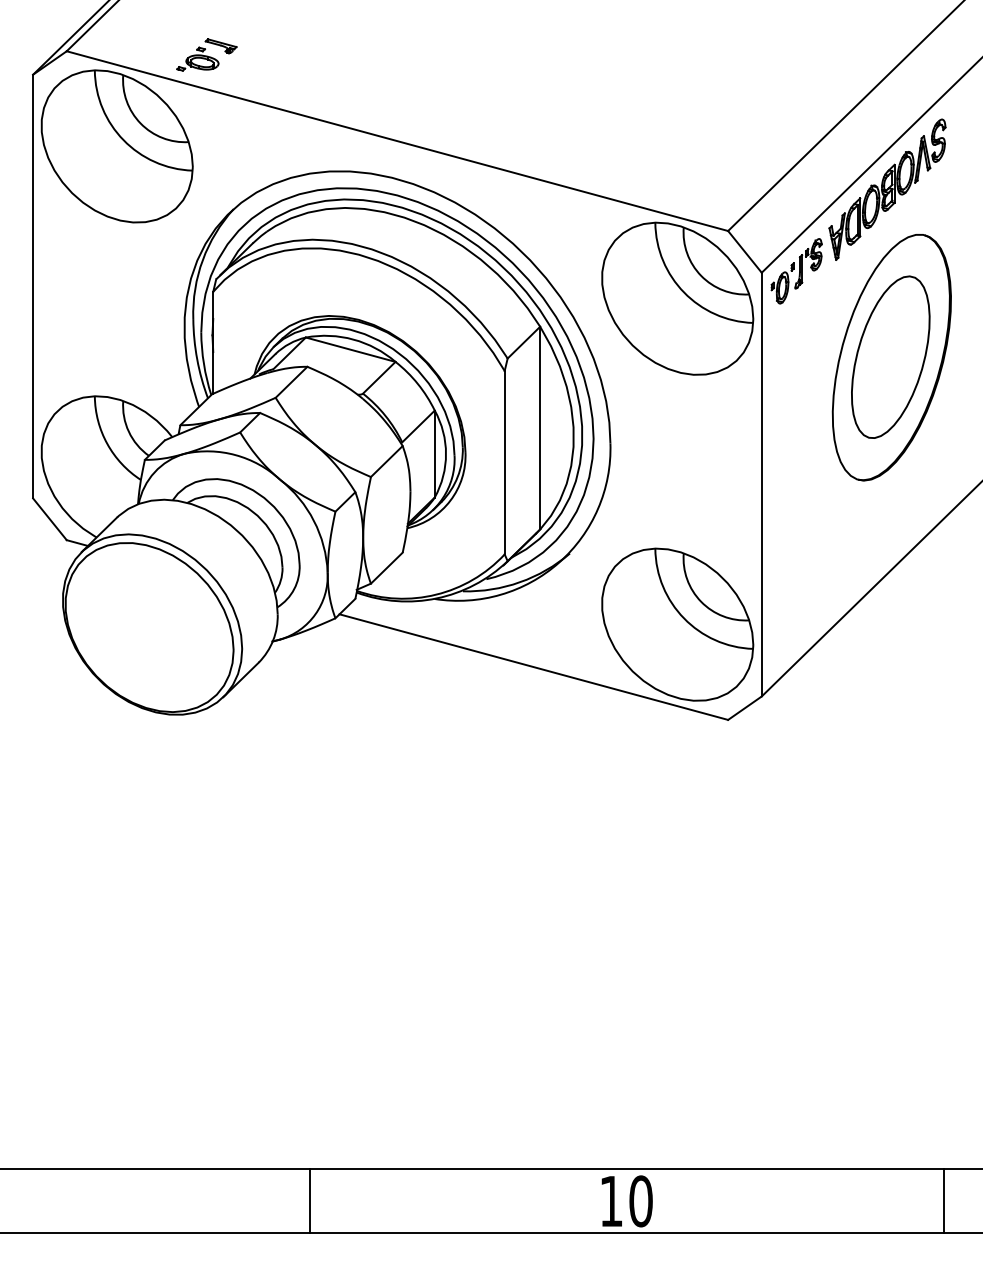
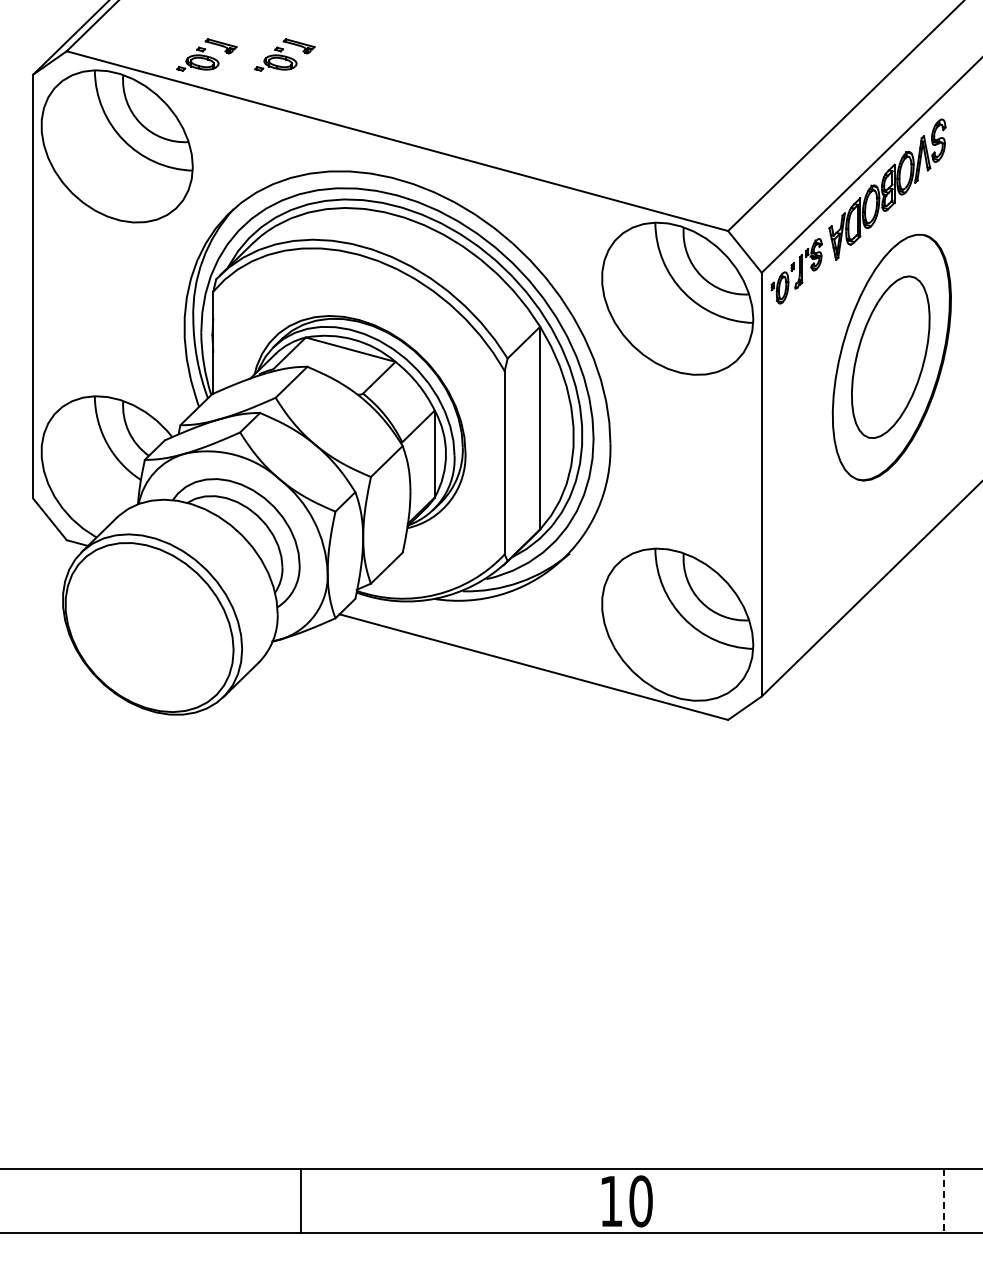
part at (284, 54): none -> present
line at (310, 1200) position: (310, 1200) -> (301, 1200)
line at (944, 1201): solid -> dashed
